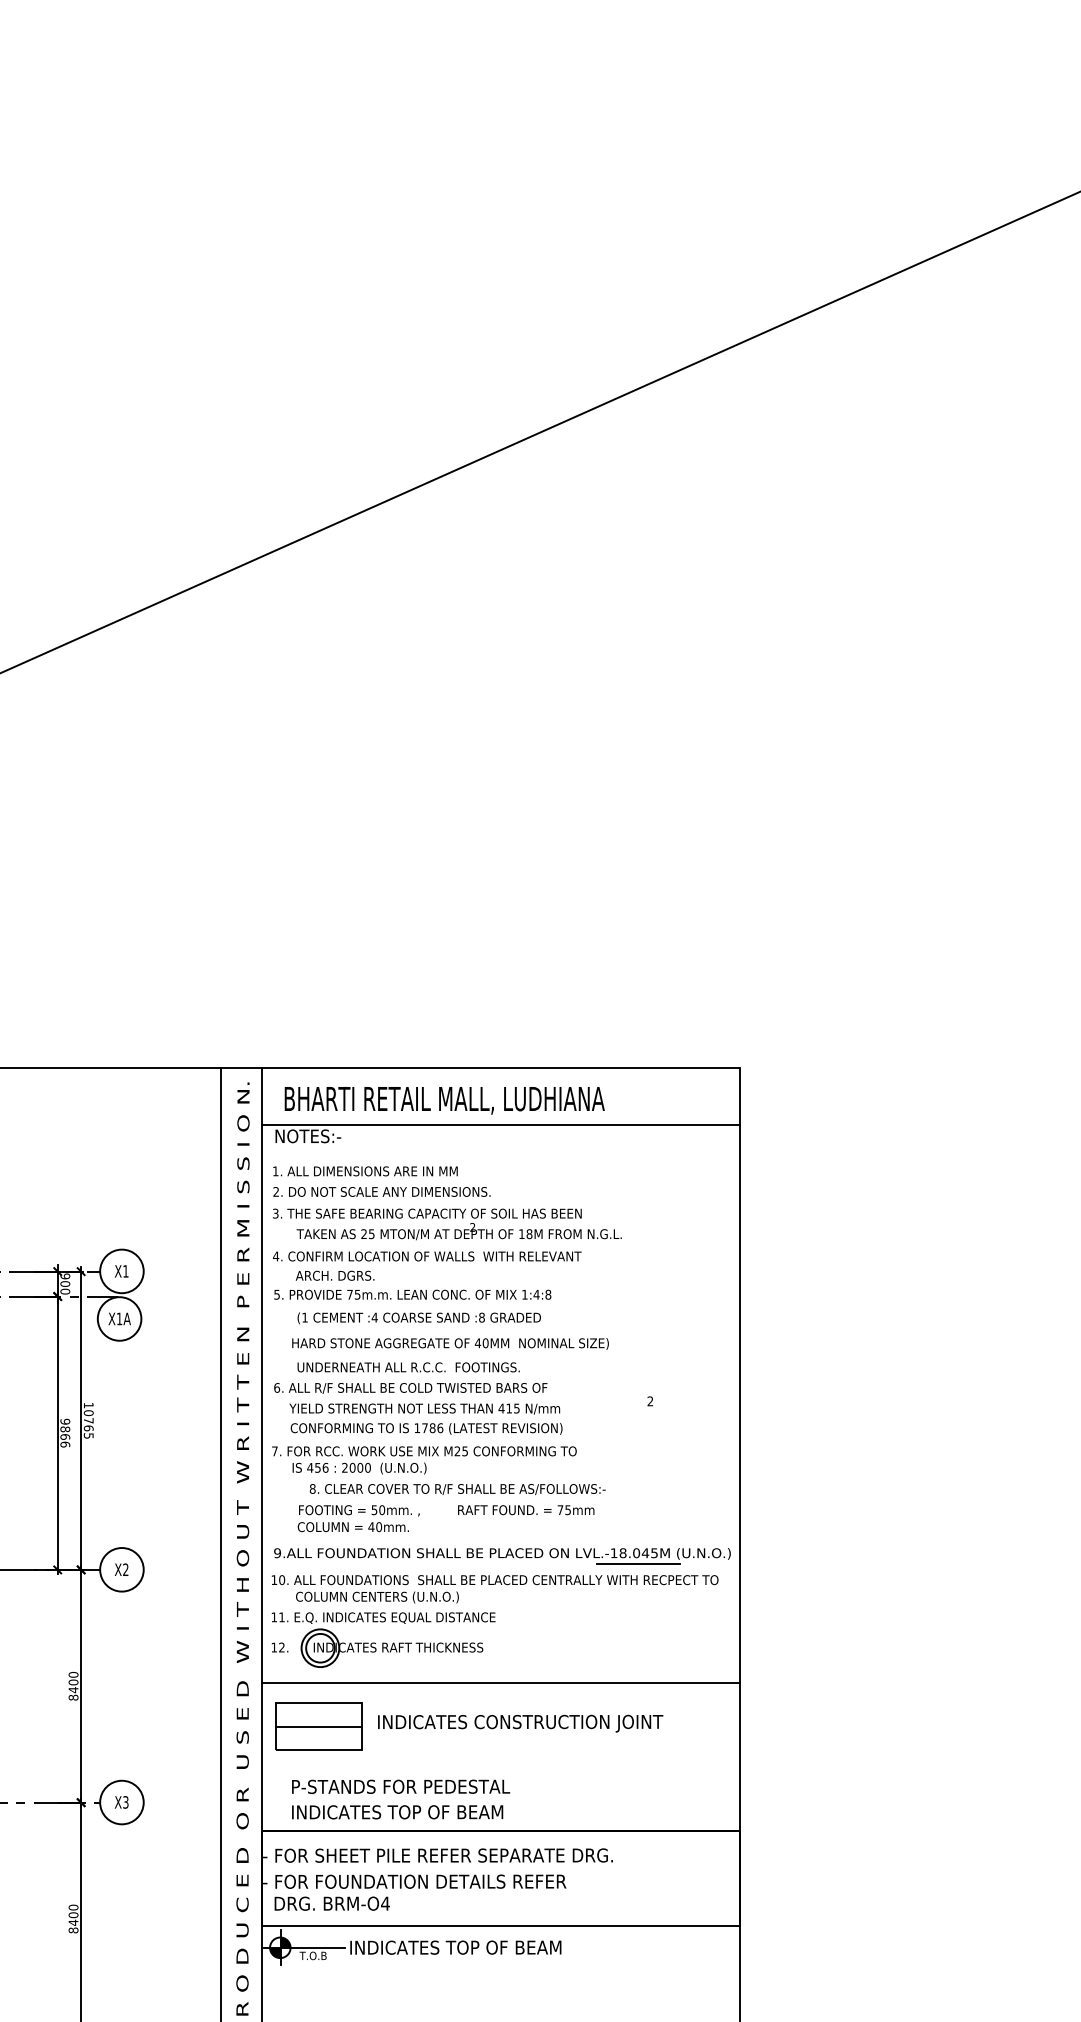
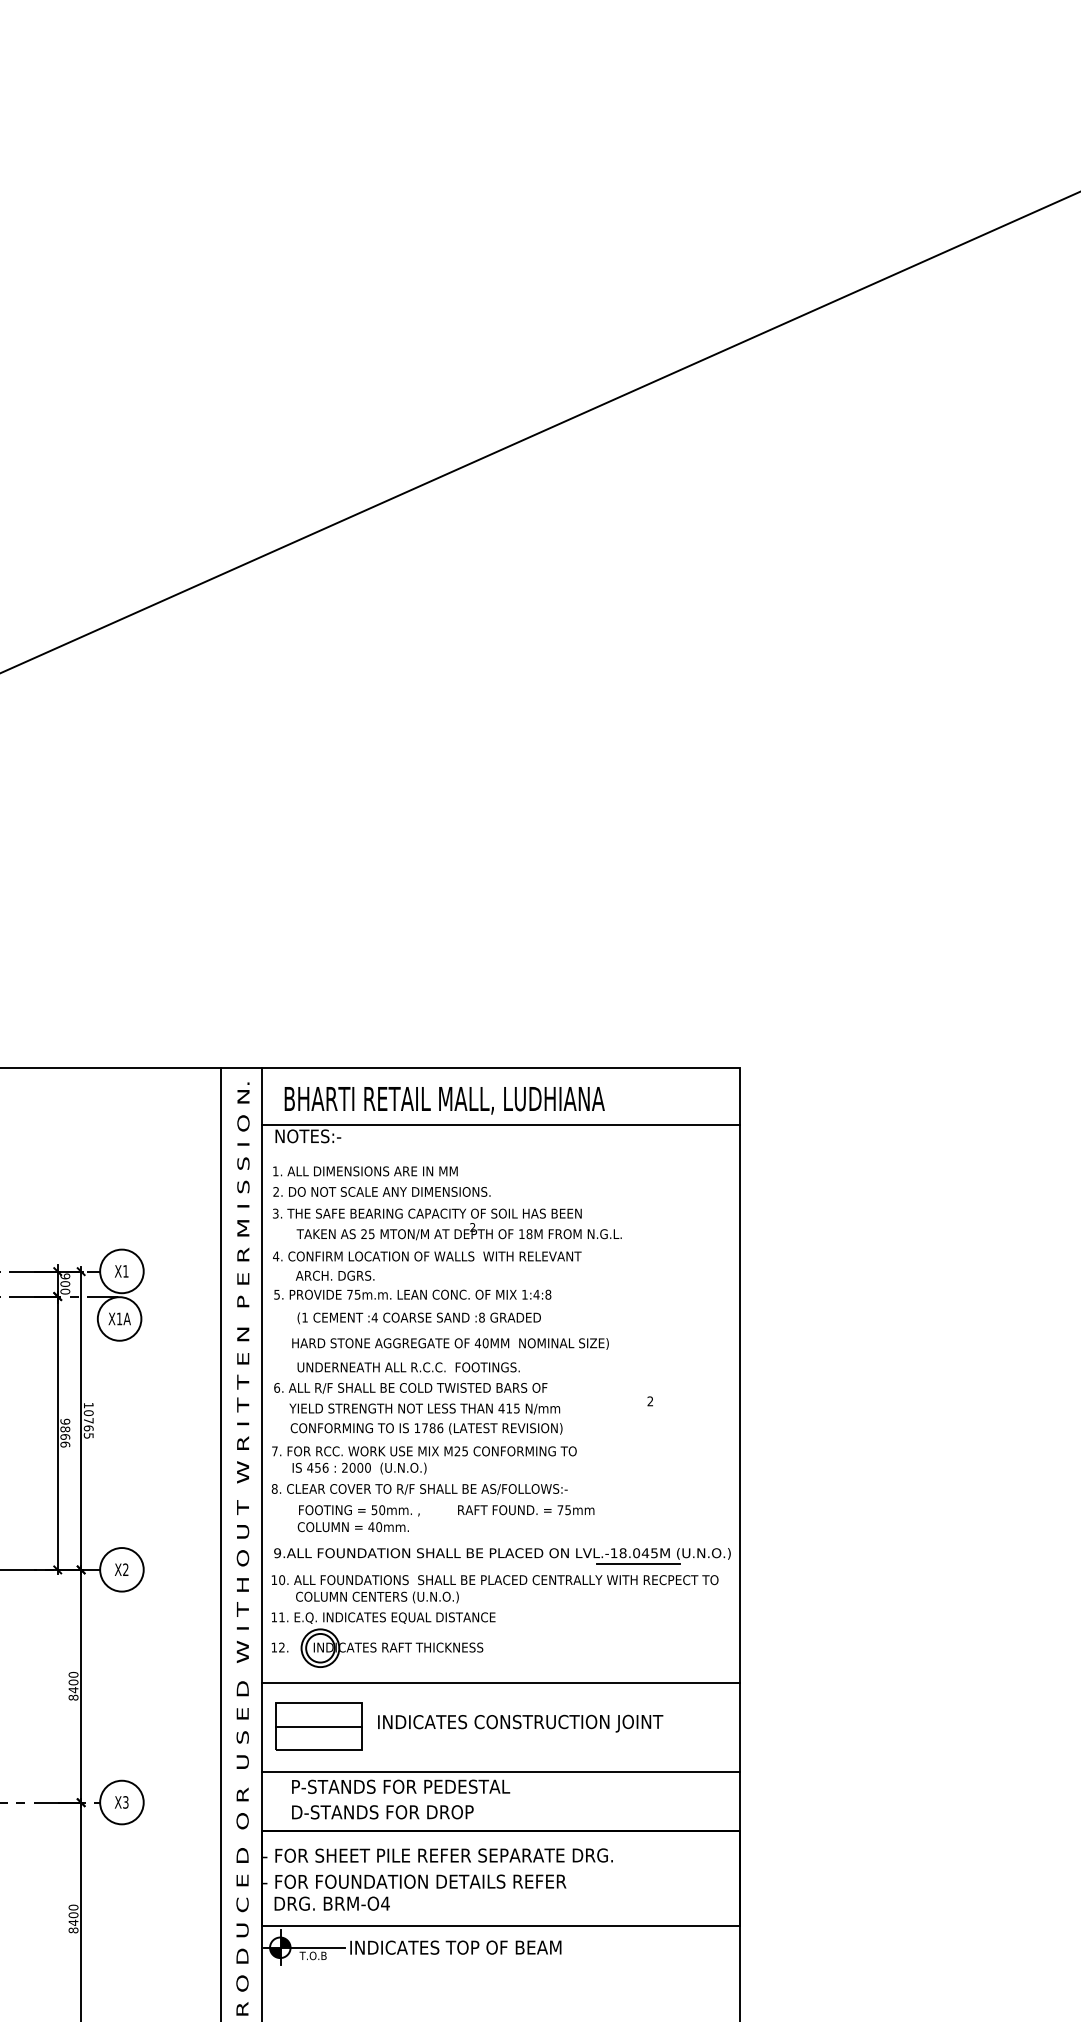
text at (457, 1489) position: (457, 1489) -> (419, 1489)
line at (501, 1772): none -> present
text at (398, 1812): INDICATES TOP OF BEAM -> D-STANDS FOR DROP
